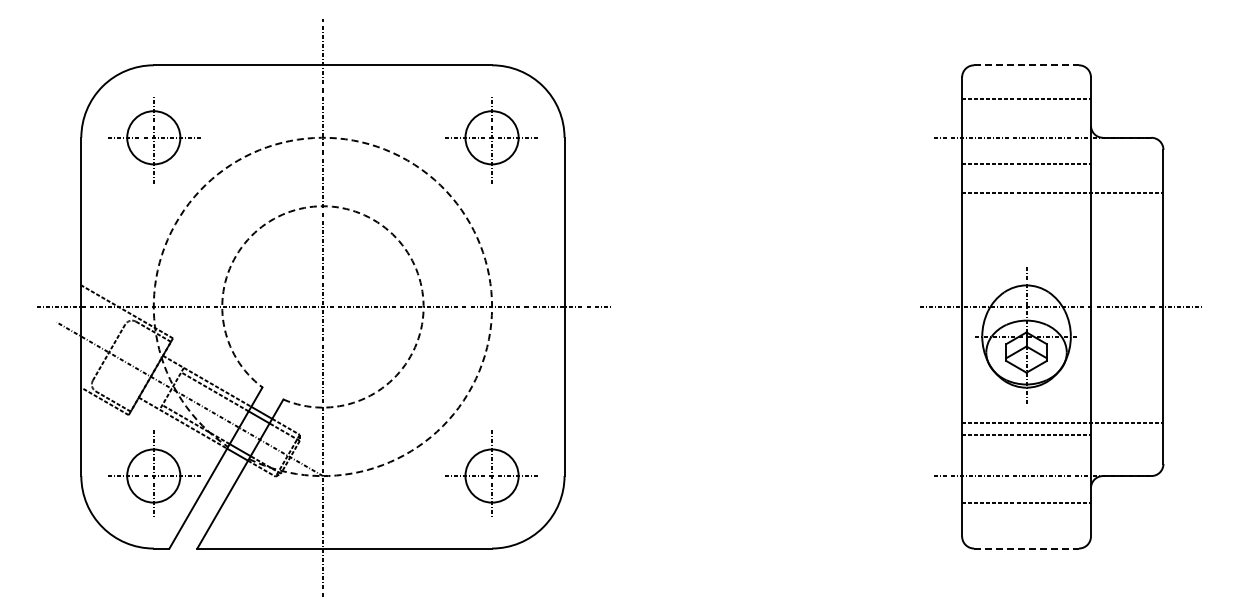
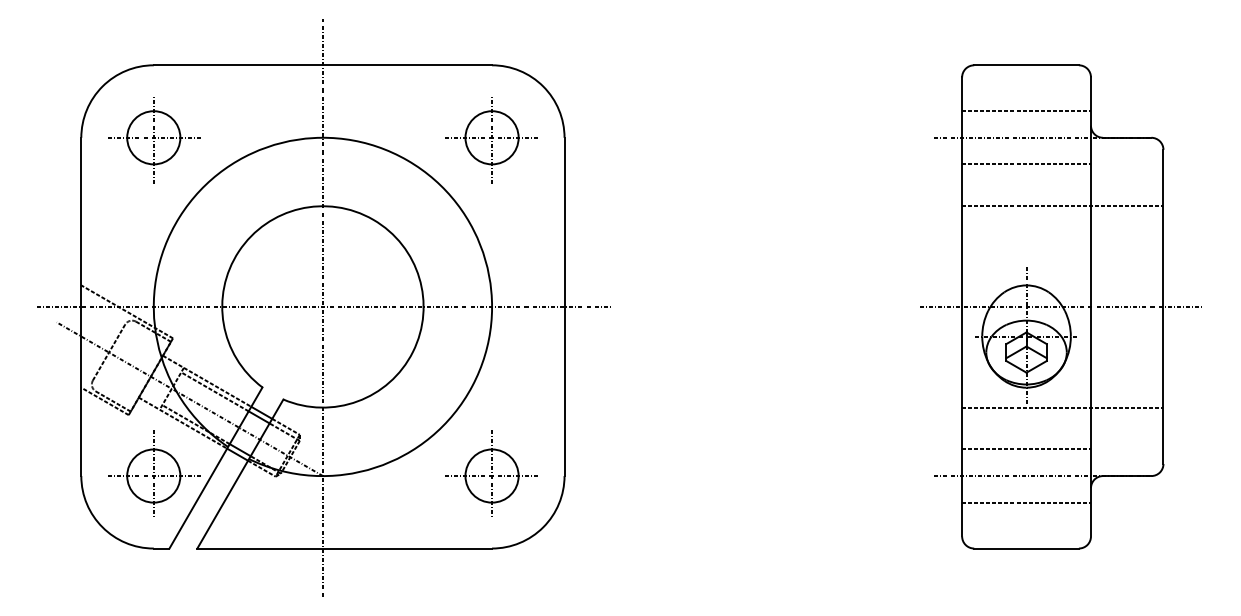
line at (1027, 65): dashed -> solid
line at (1026, 99) position: (1026, 99) -> (1026, 111)
arc at (407, 160): dashed -> solid
line at (1062, 193) position: (1062, 193) -> (1062, 206)
arc at (373, 219): dashed -> solid
line at (1062, 422) position: (1062, 422) -> (1062, 407)
line at (1026, 435) position: (1026, 435) -> (1026, 449)
line at (1027, 548): dashed -> solid
